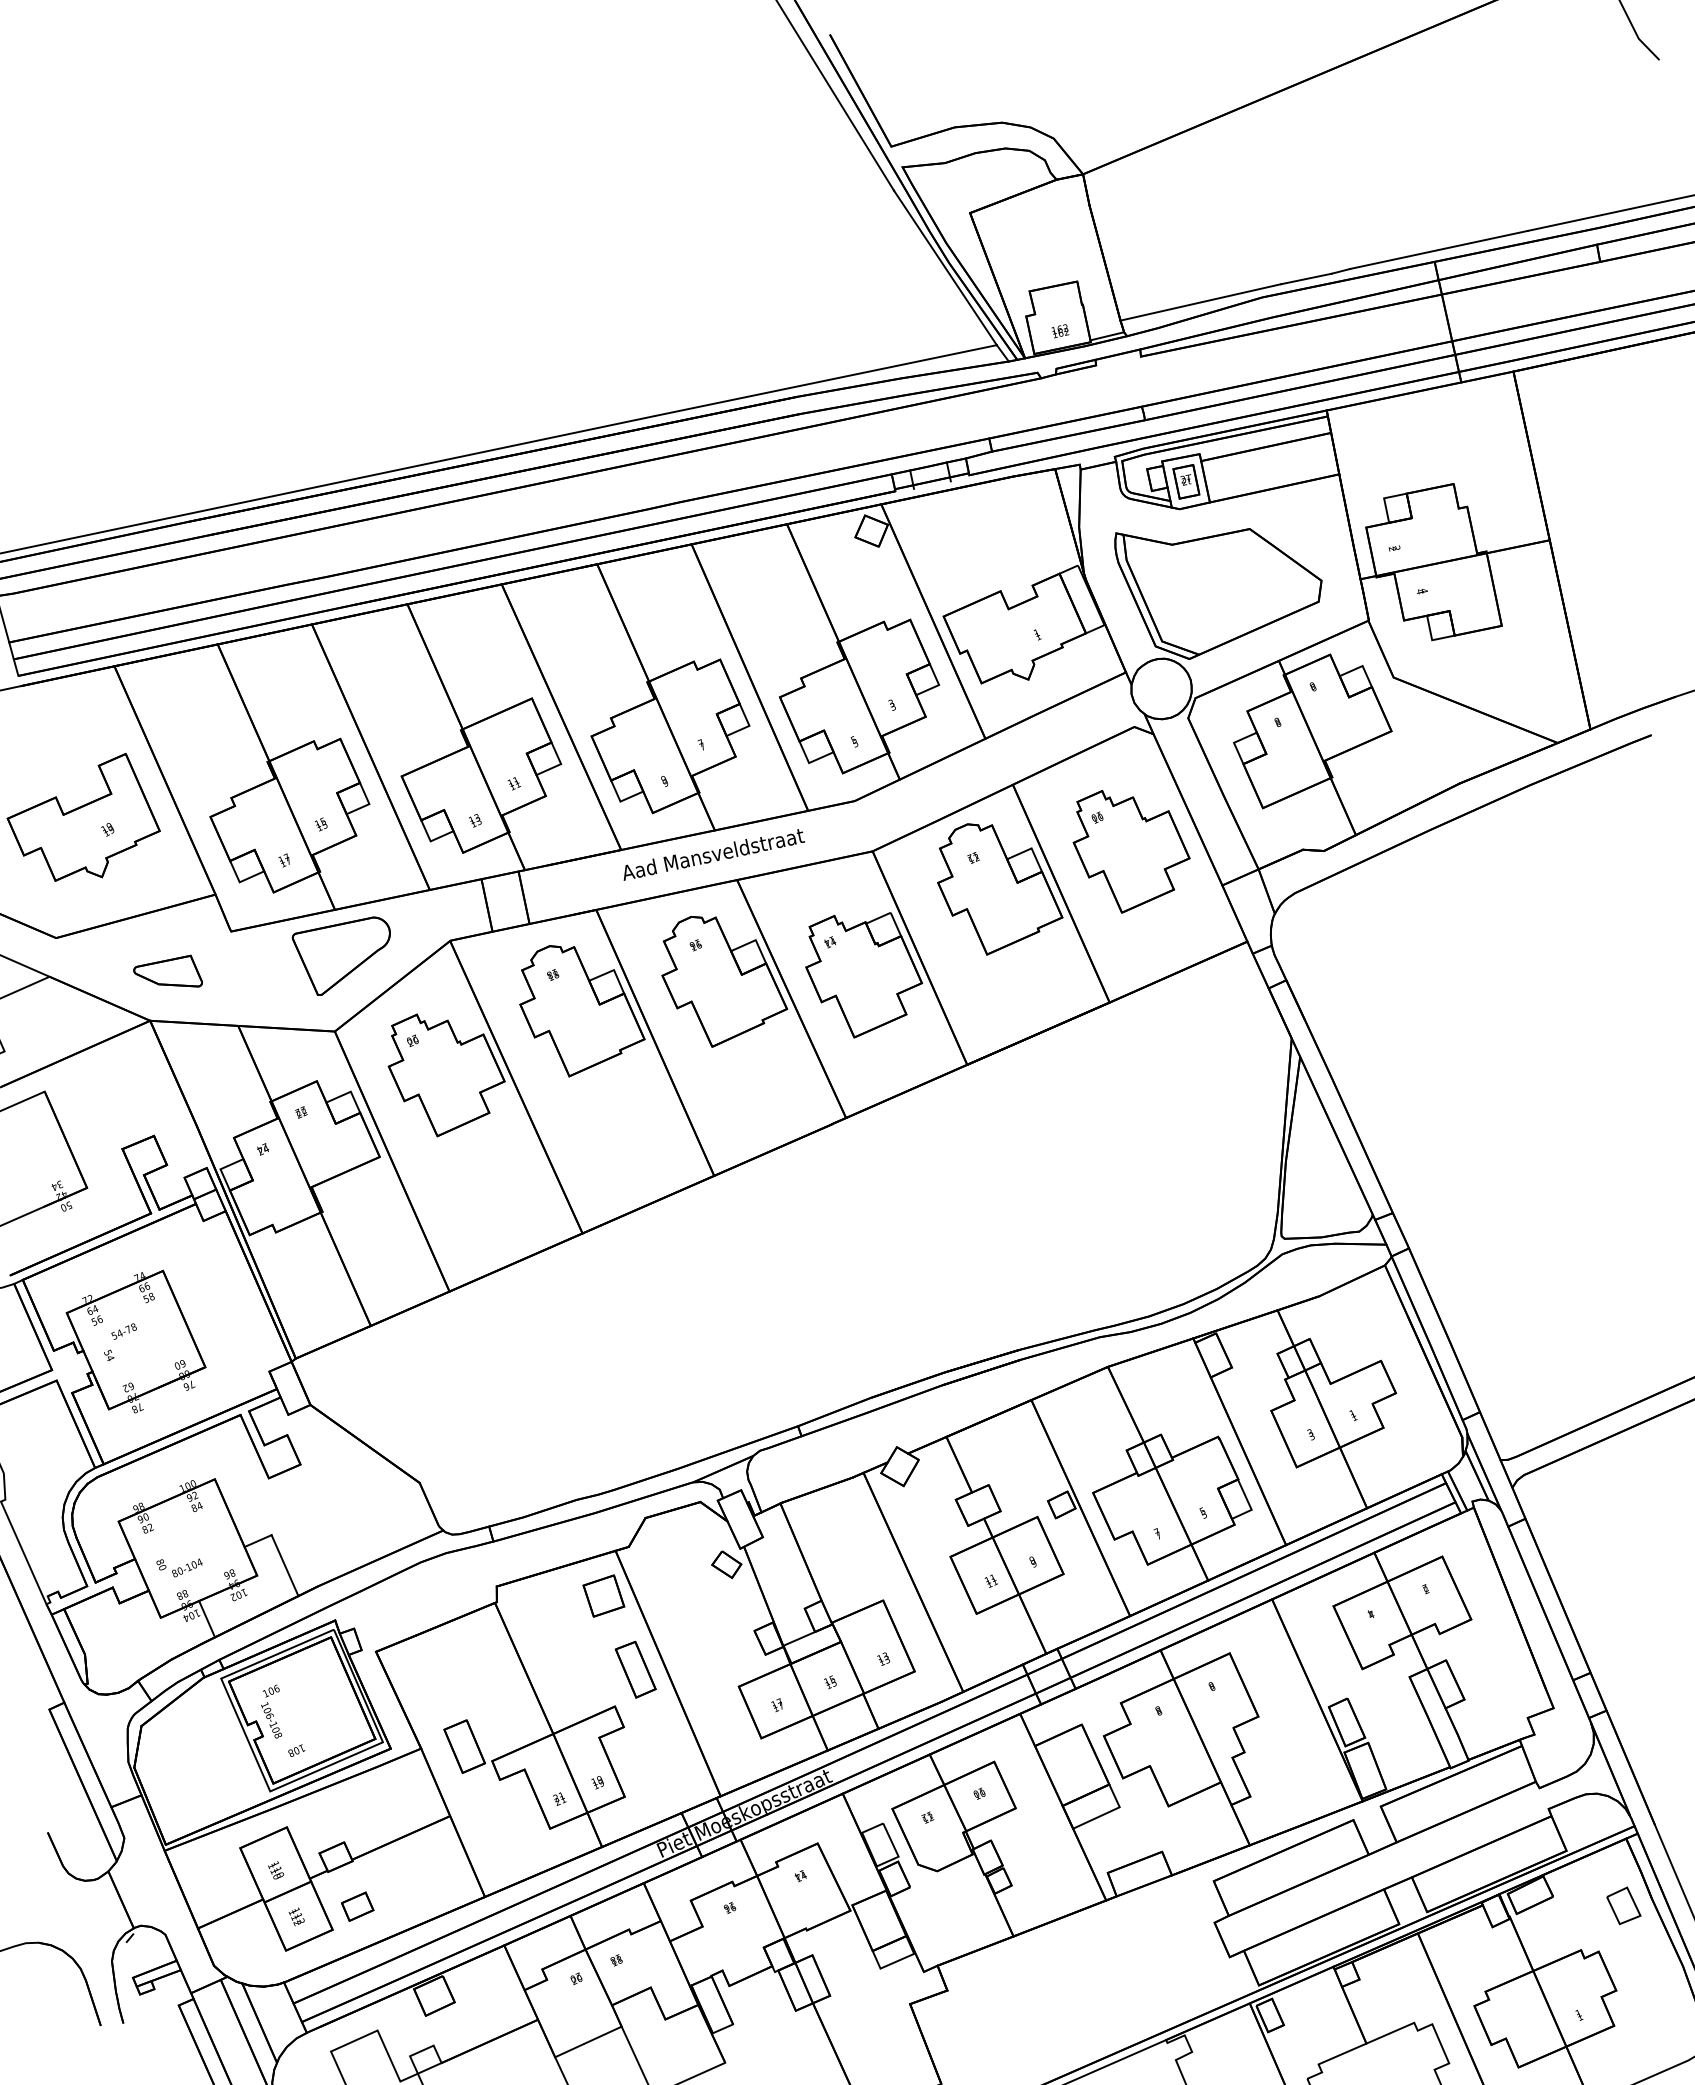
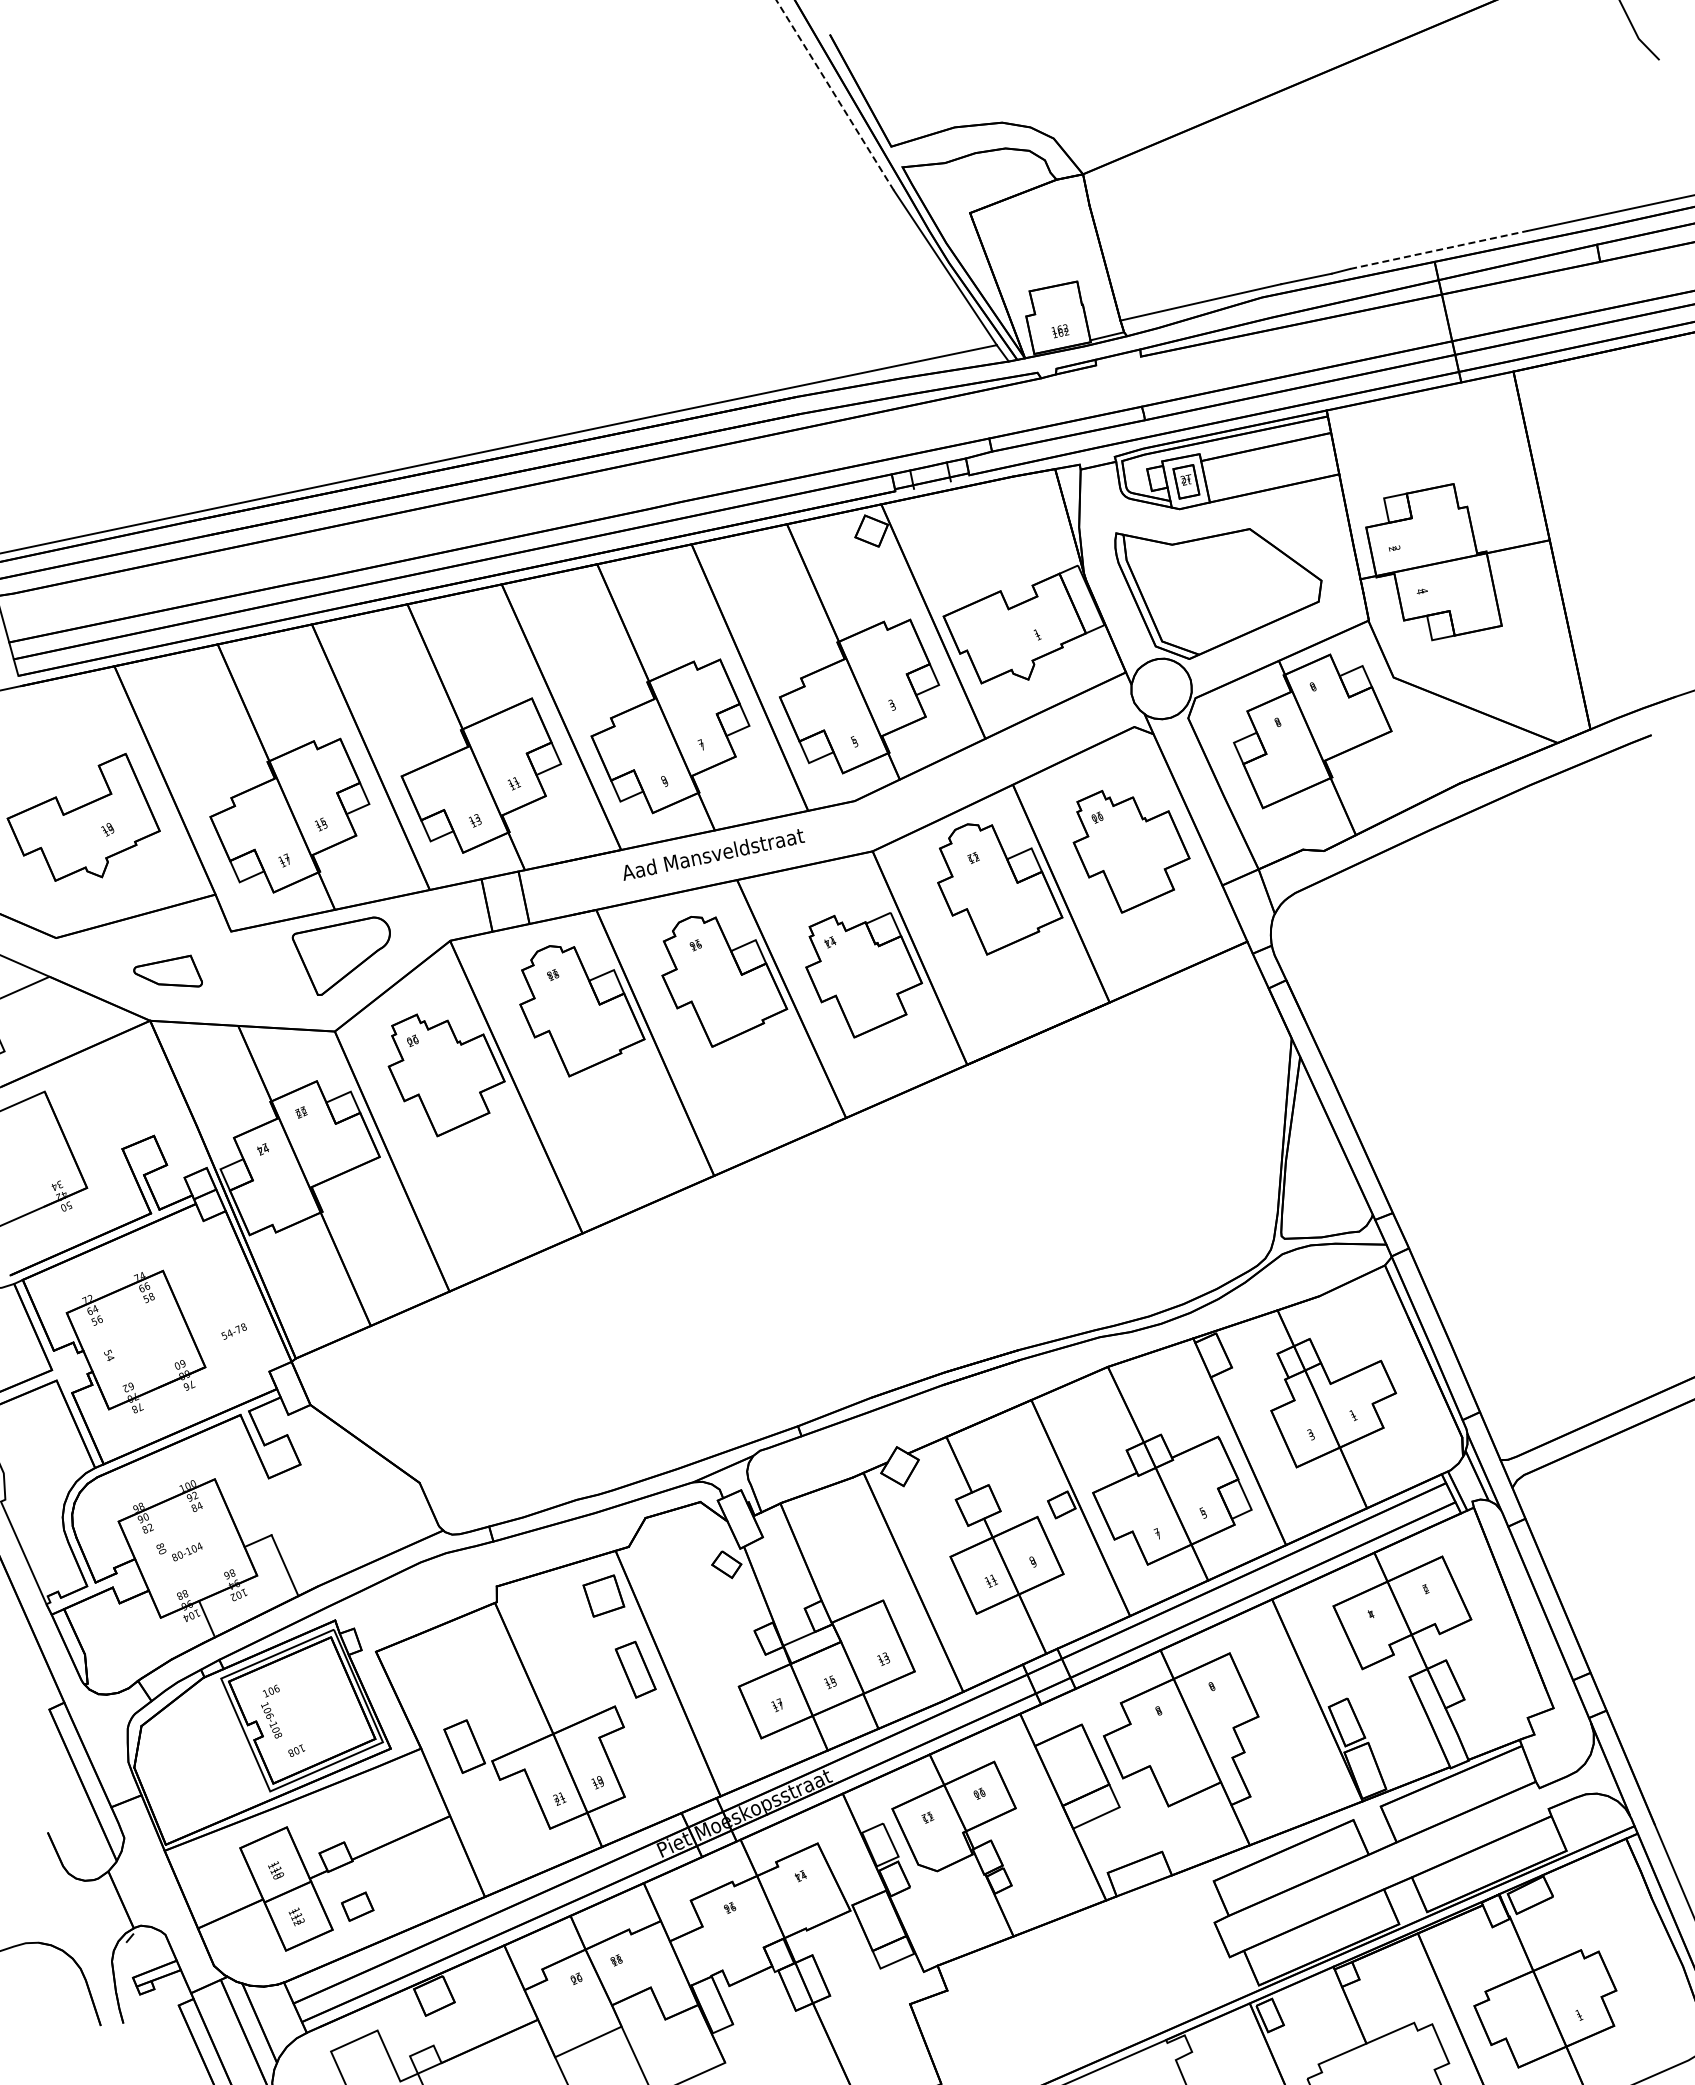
line at (835, 95): solid -> dashed
line at (1438, 249): solid -> dashed
text at (123, 1331) position: (123, 1331) -> (233, 1331)
text at (179, 1567) position: (179, 1567) -> (179, 1551)
part at (1623, 1905): present -> none
